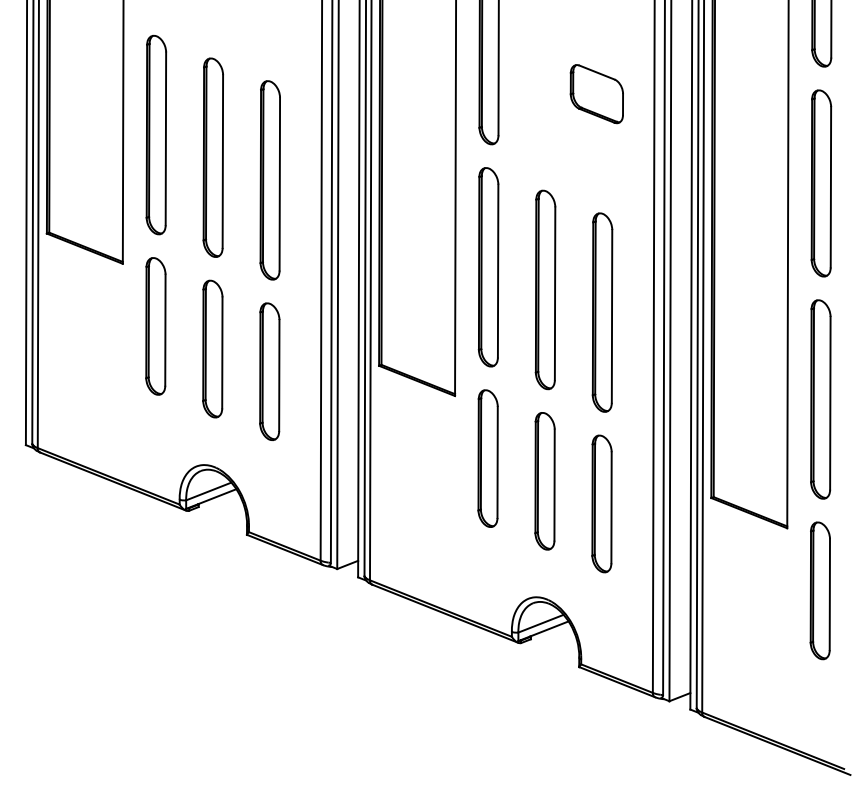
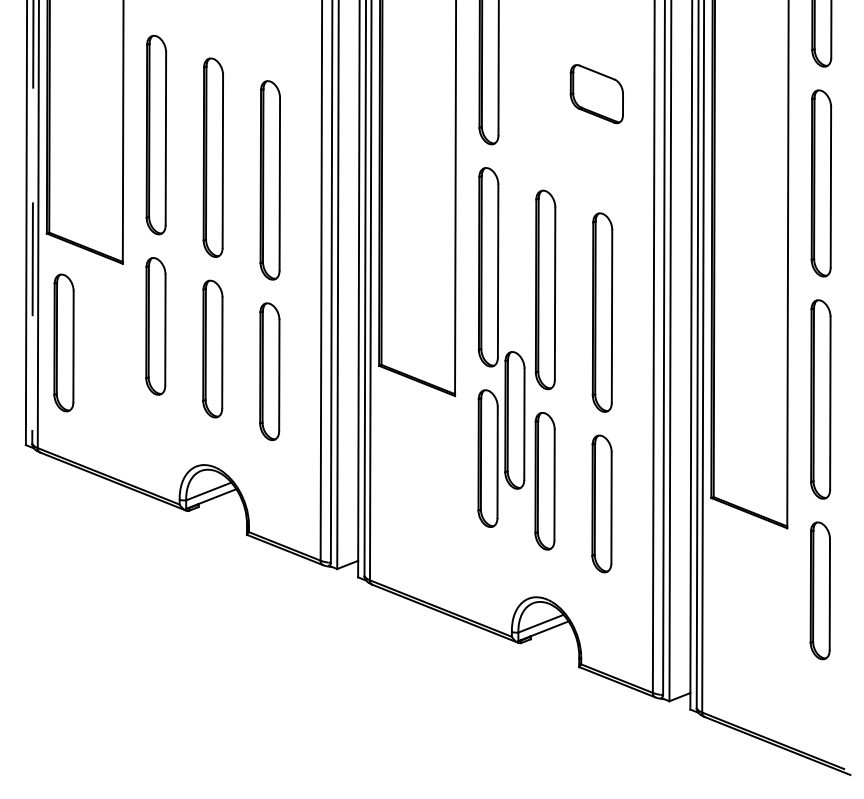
line at (32, 222): solid -> dashed
part at (63, 342): none -> present
part at (514, 420): none -> present
